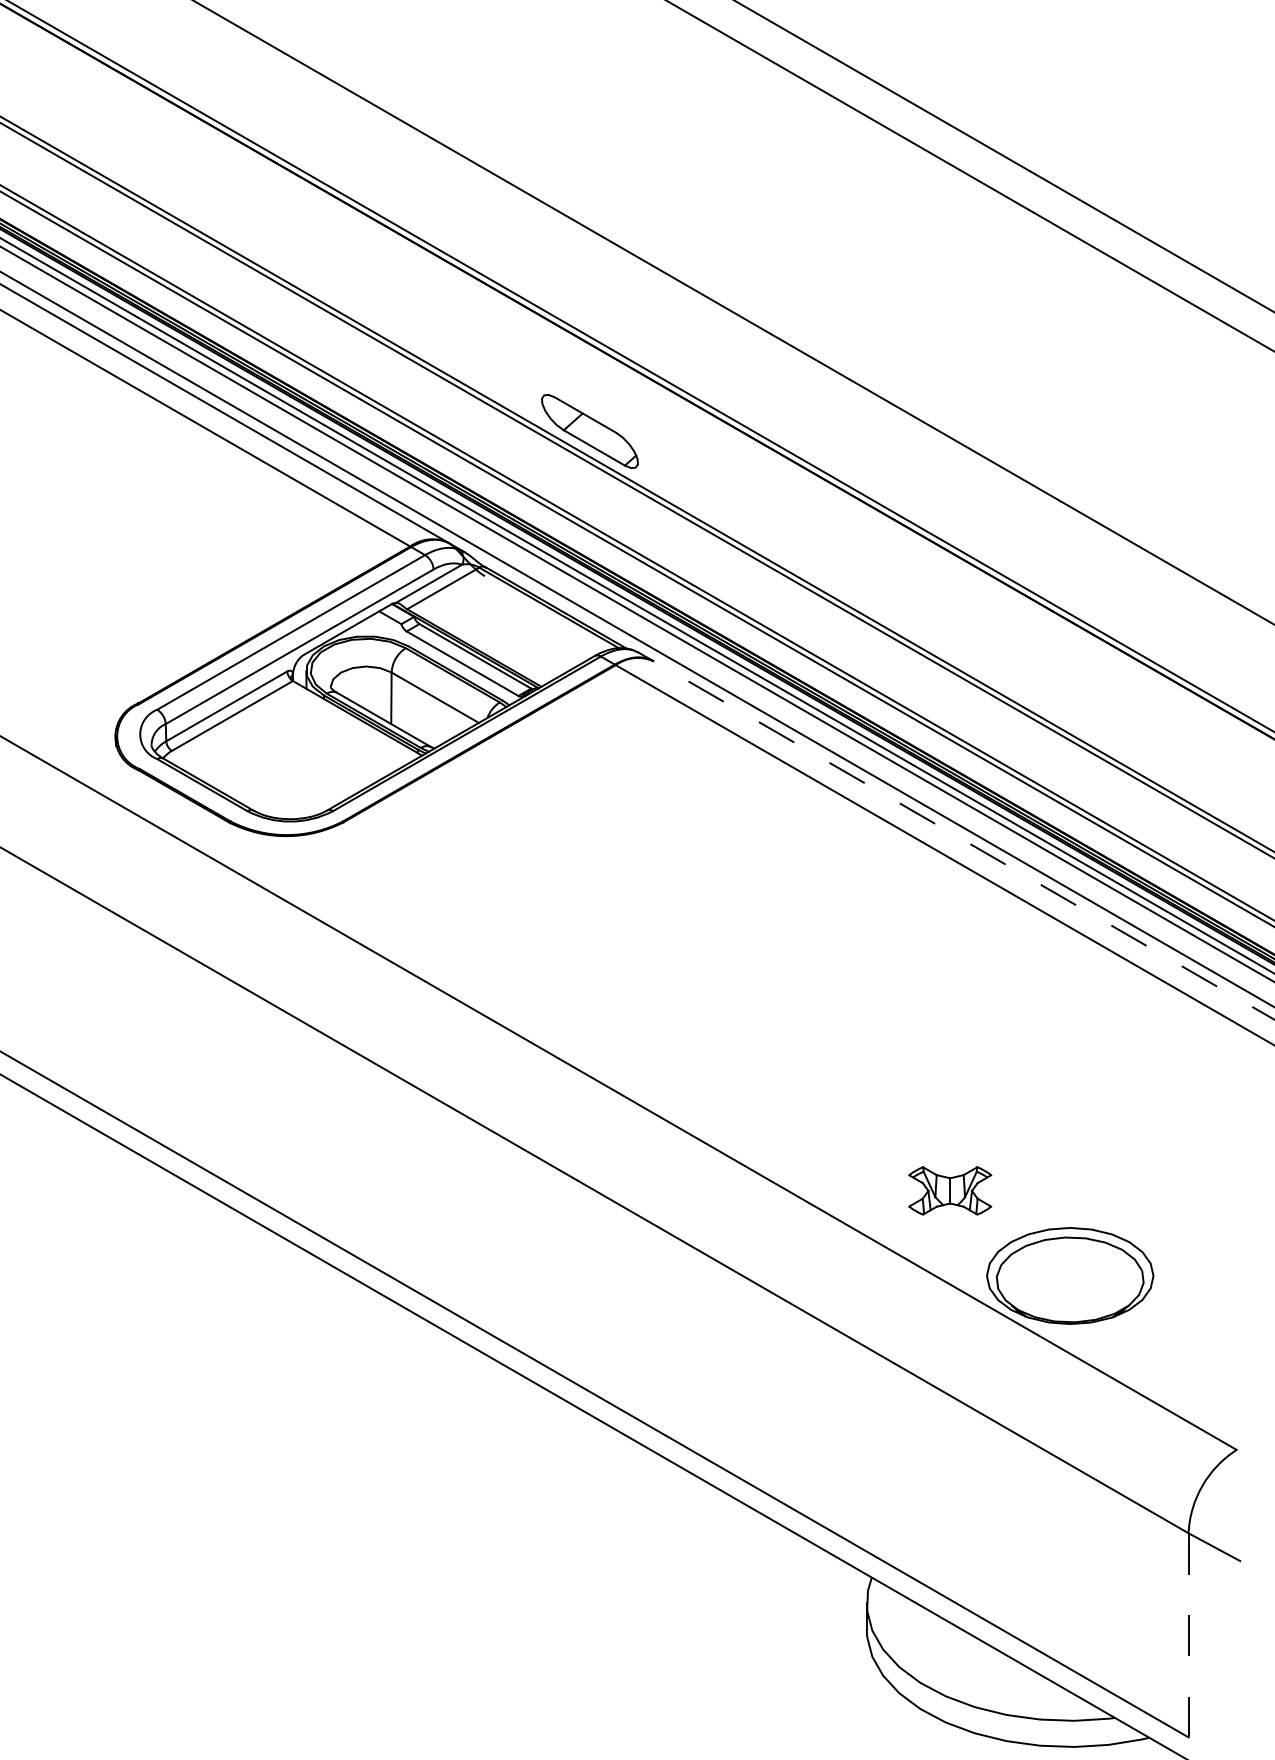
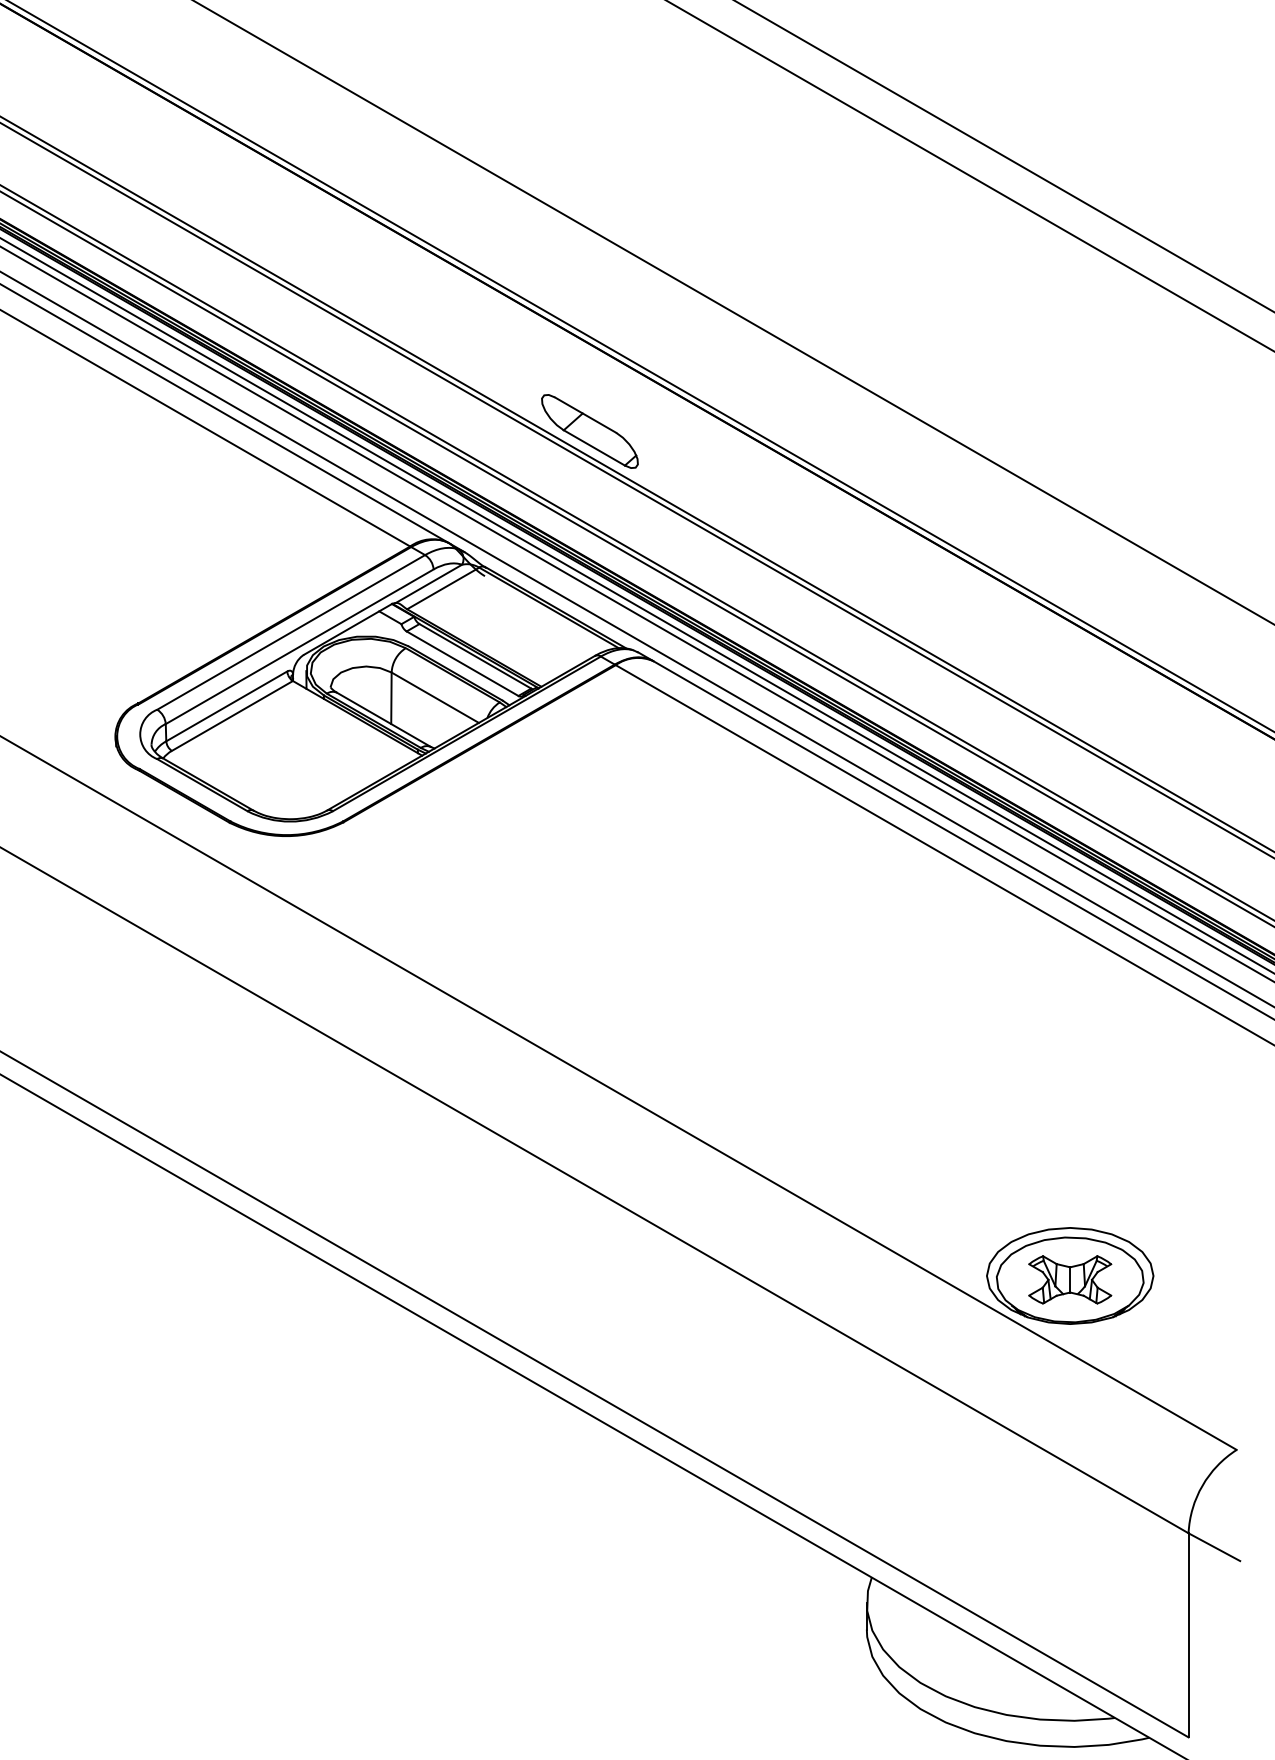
line at (963, 840): dashed -> solid
part at (950, 1190) position: (950, 1190) -> (1070, 1279)
line at (1188, 1634): dashed -> solid
